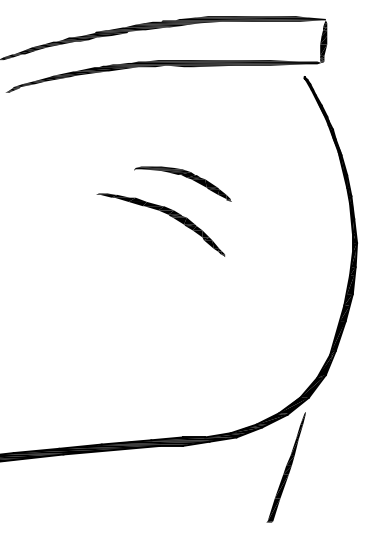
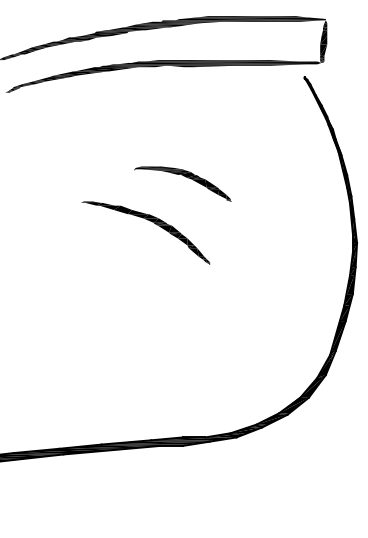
part at (165, 213) position: (165, 213) -> (150, 221)
part at (285, 467): present -> none
